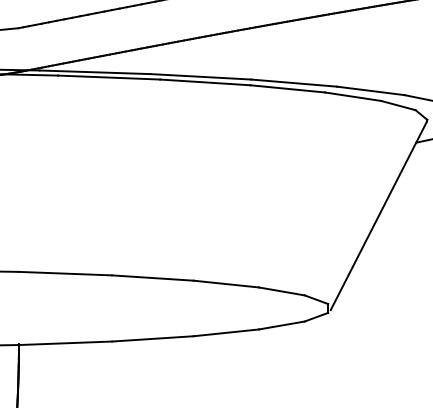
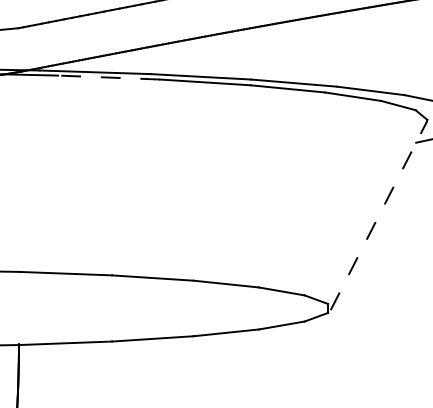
line at (108, 77): solid -> dashed
line at (378, 216): solid -> dashed
